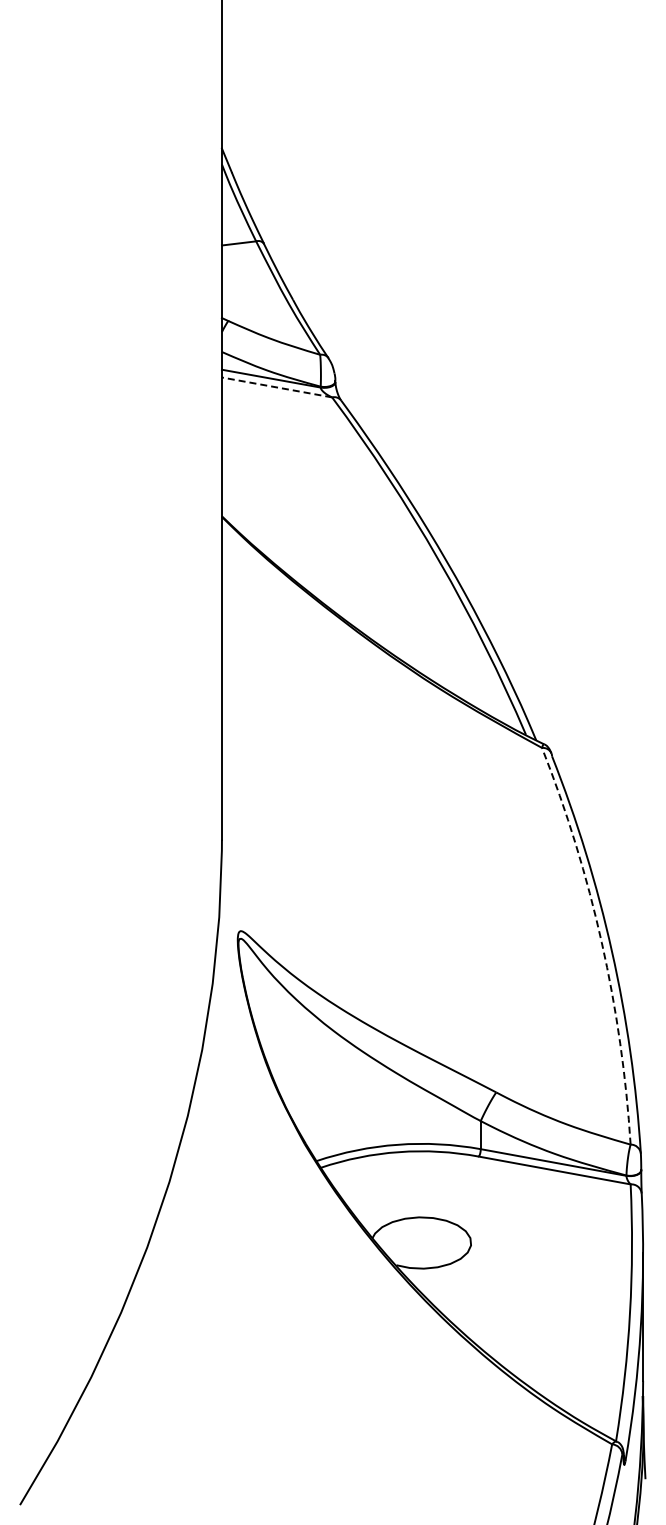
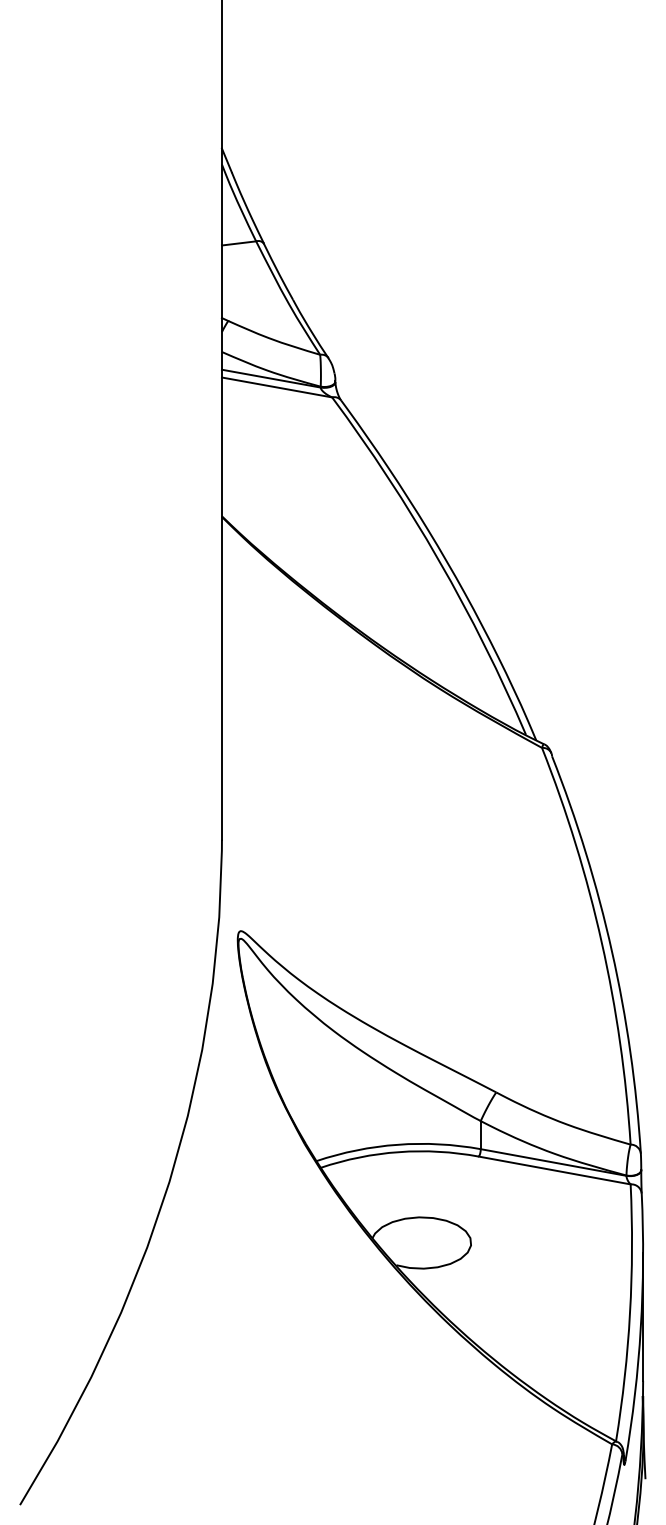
line at (277, 387): dashed -> solid
arc at (601, 942): dashed -> solid
